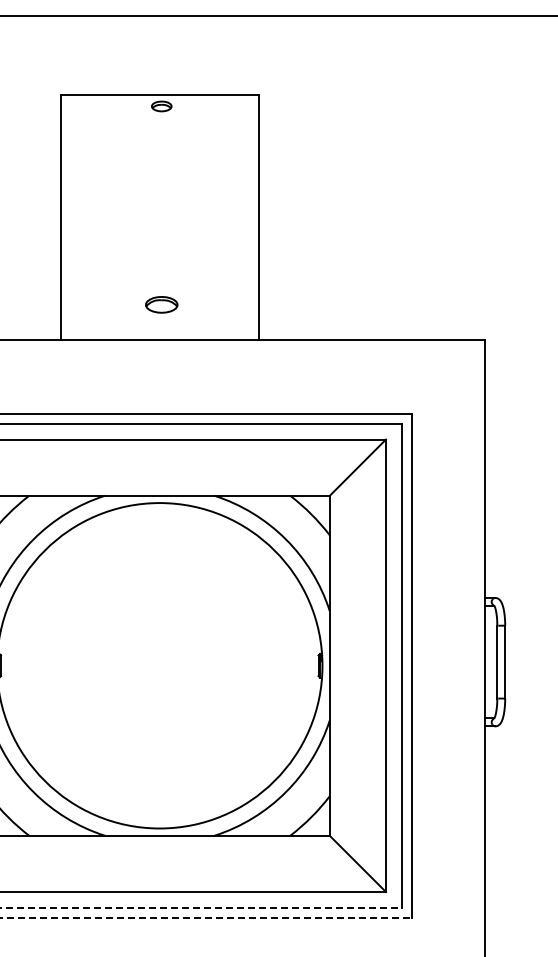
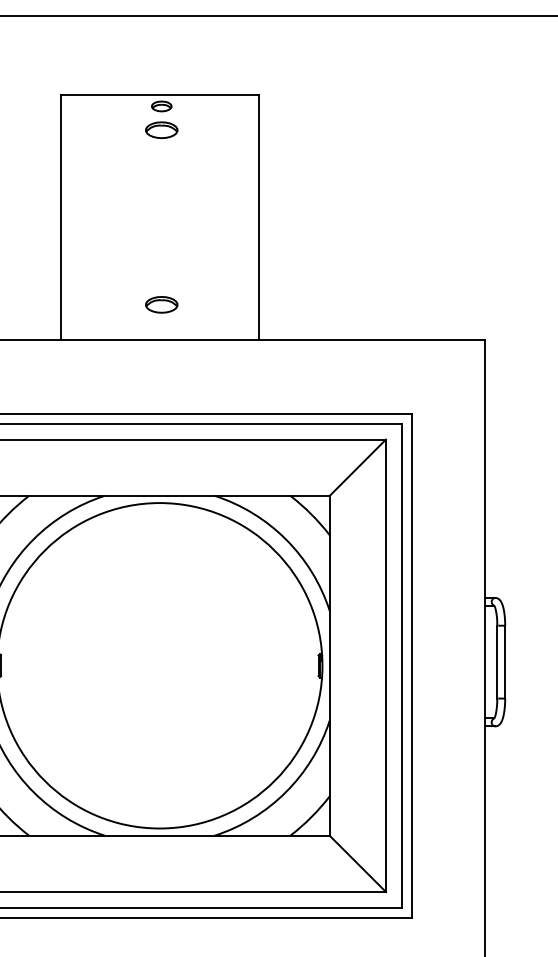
part at (161, 130): none -> present
line at (201, 907): dashed -> solid
line at (206, 917): dashed -> solid
